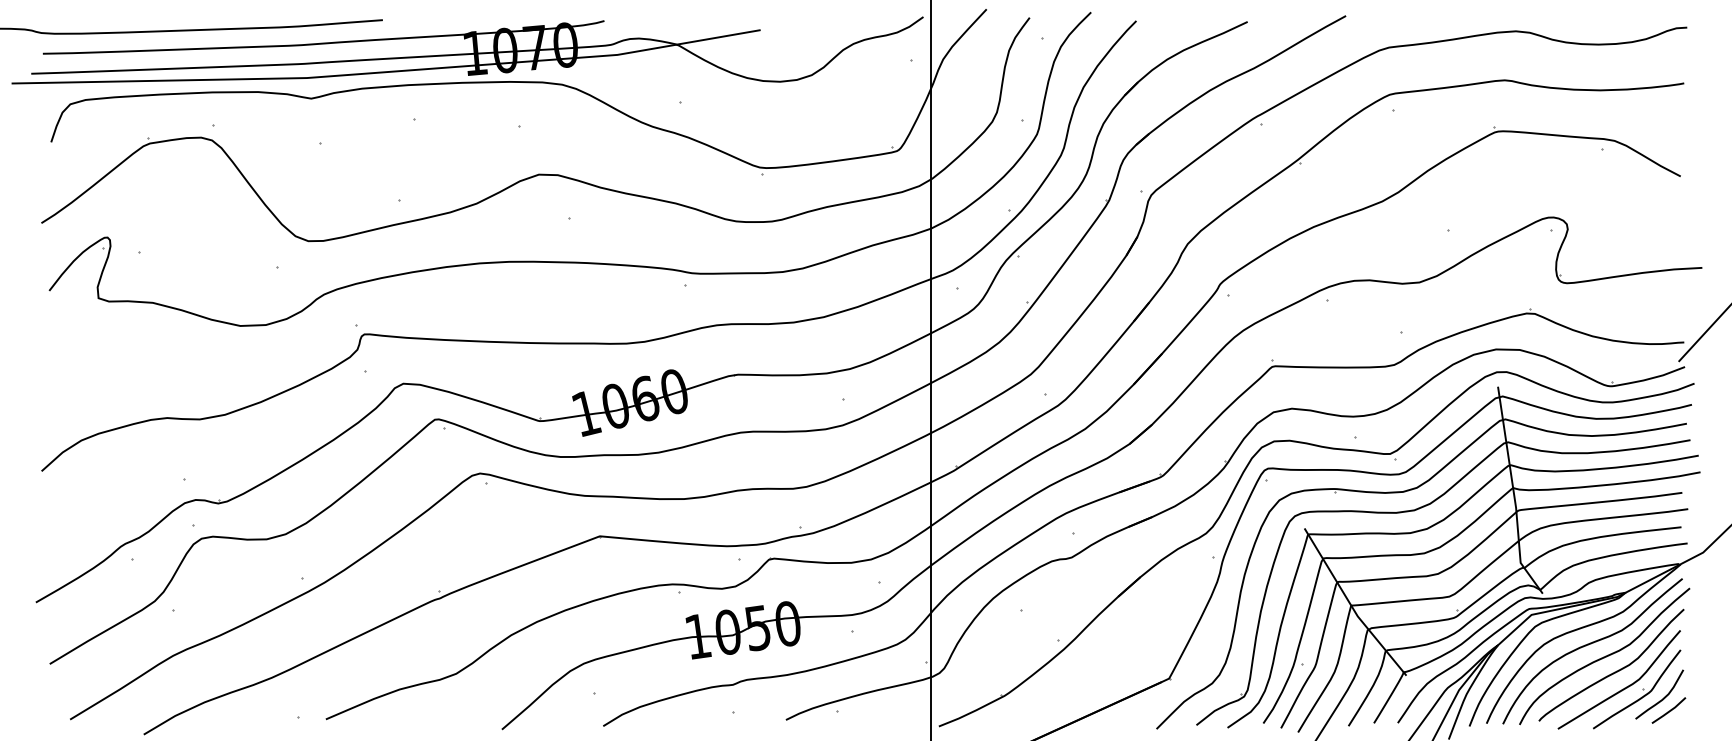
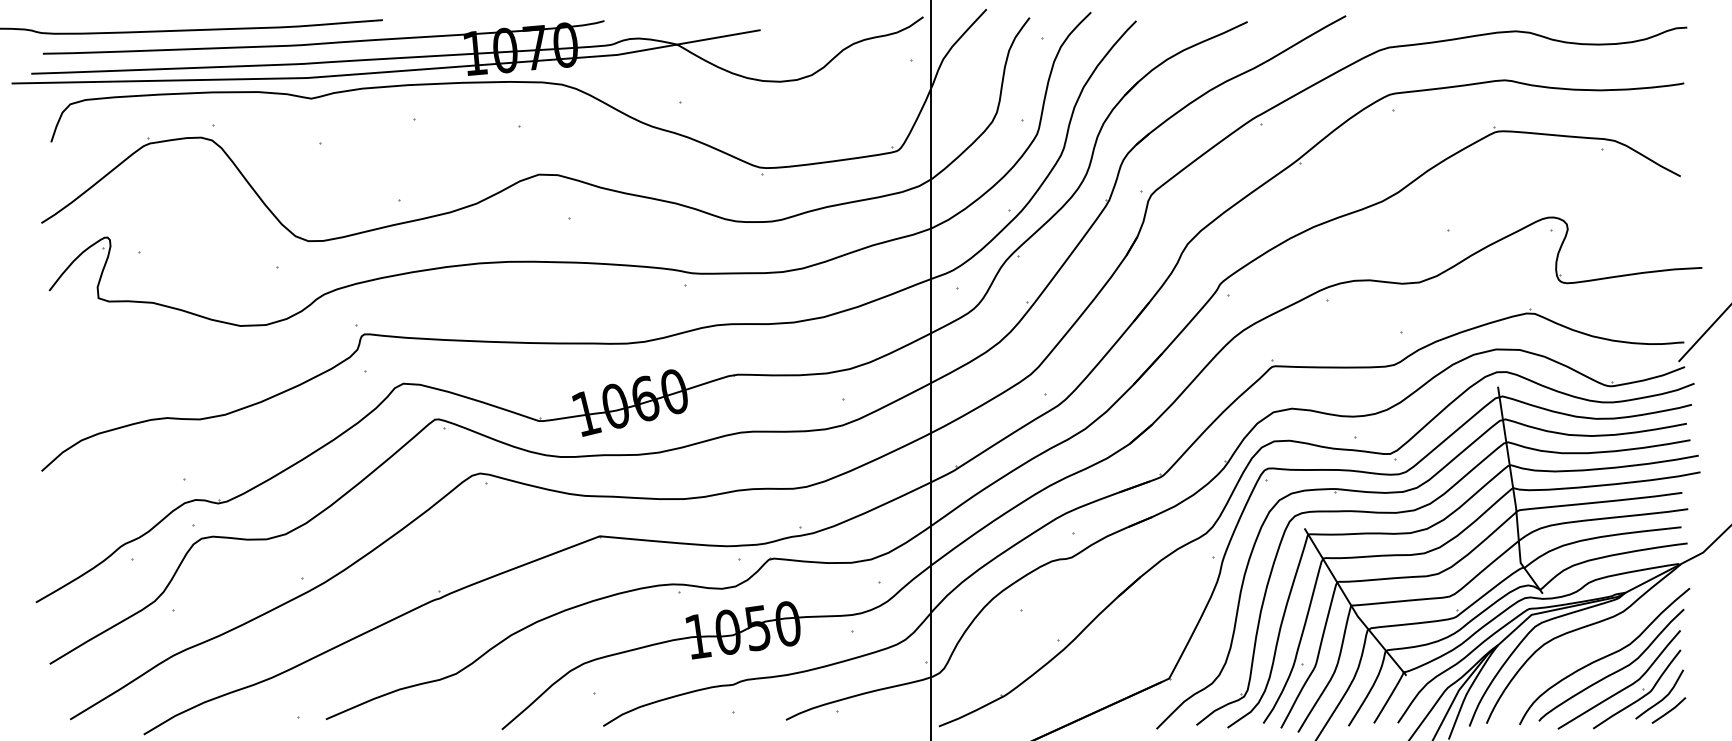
curve at (1591, 644): present -> none
